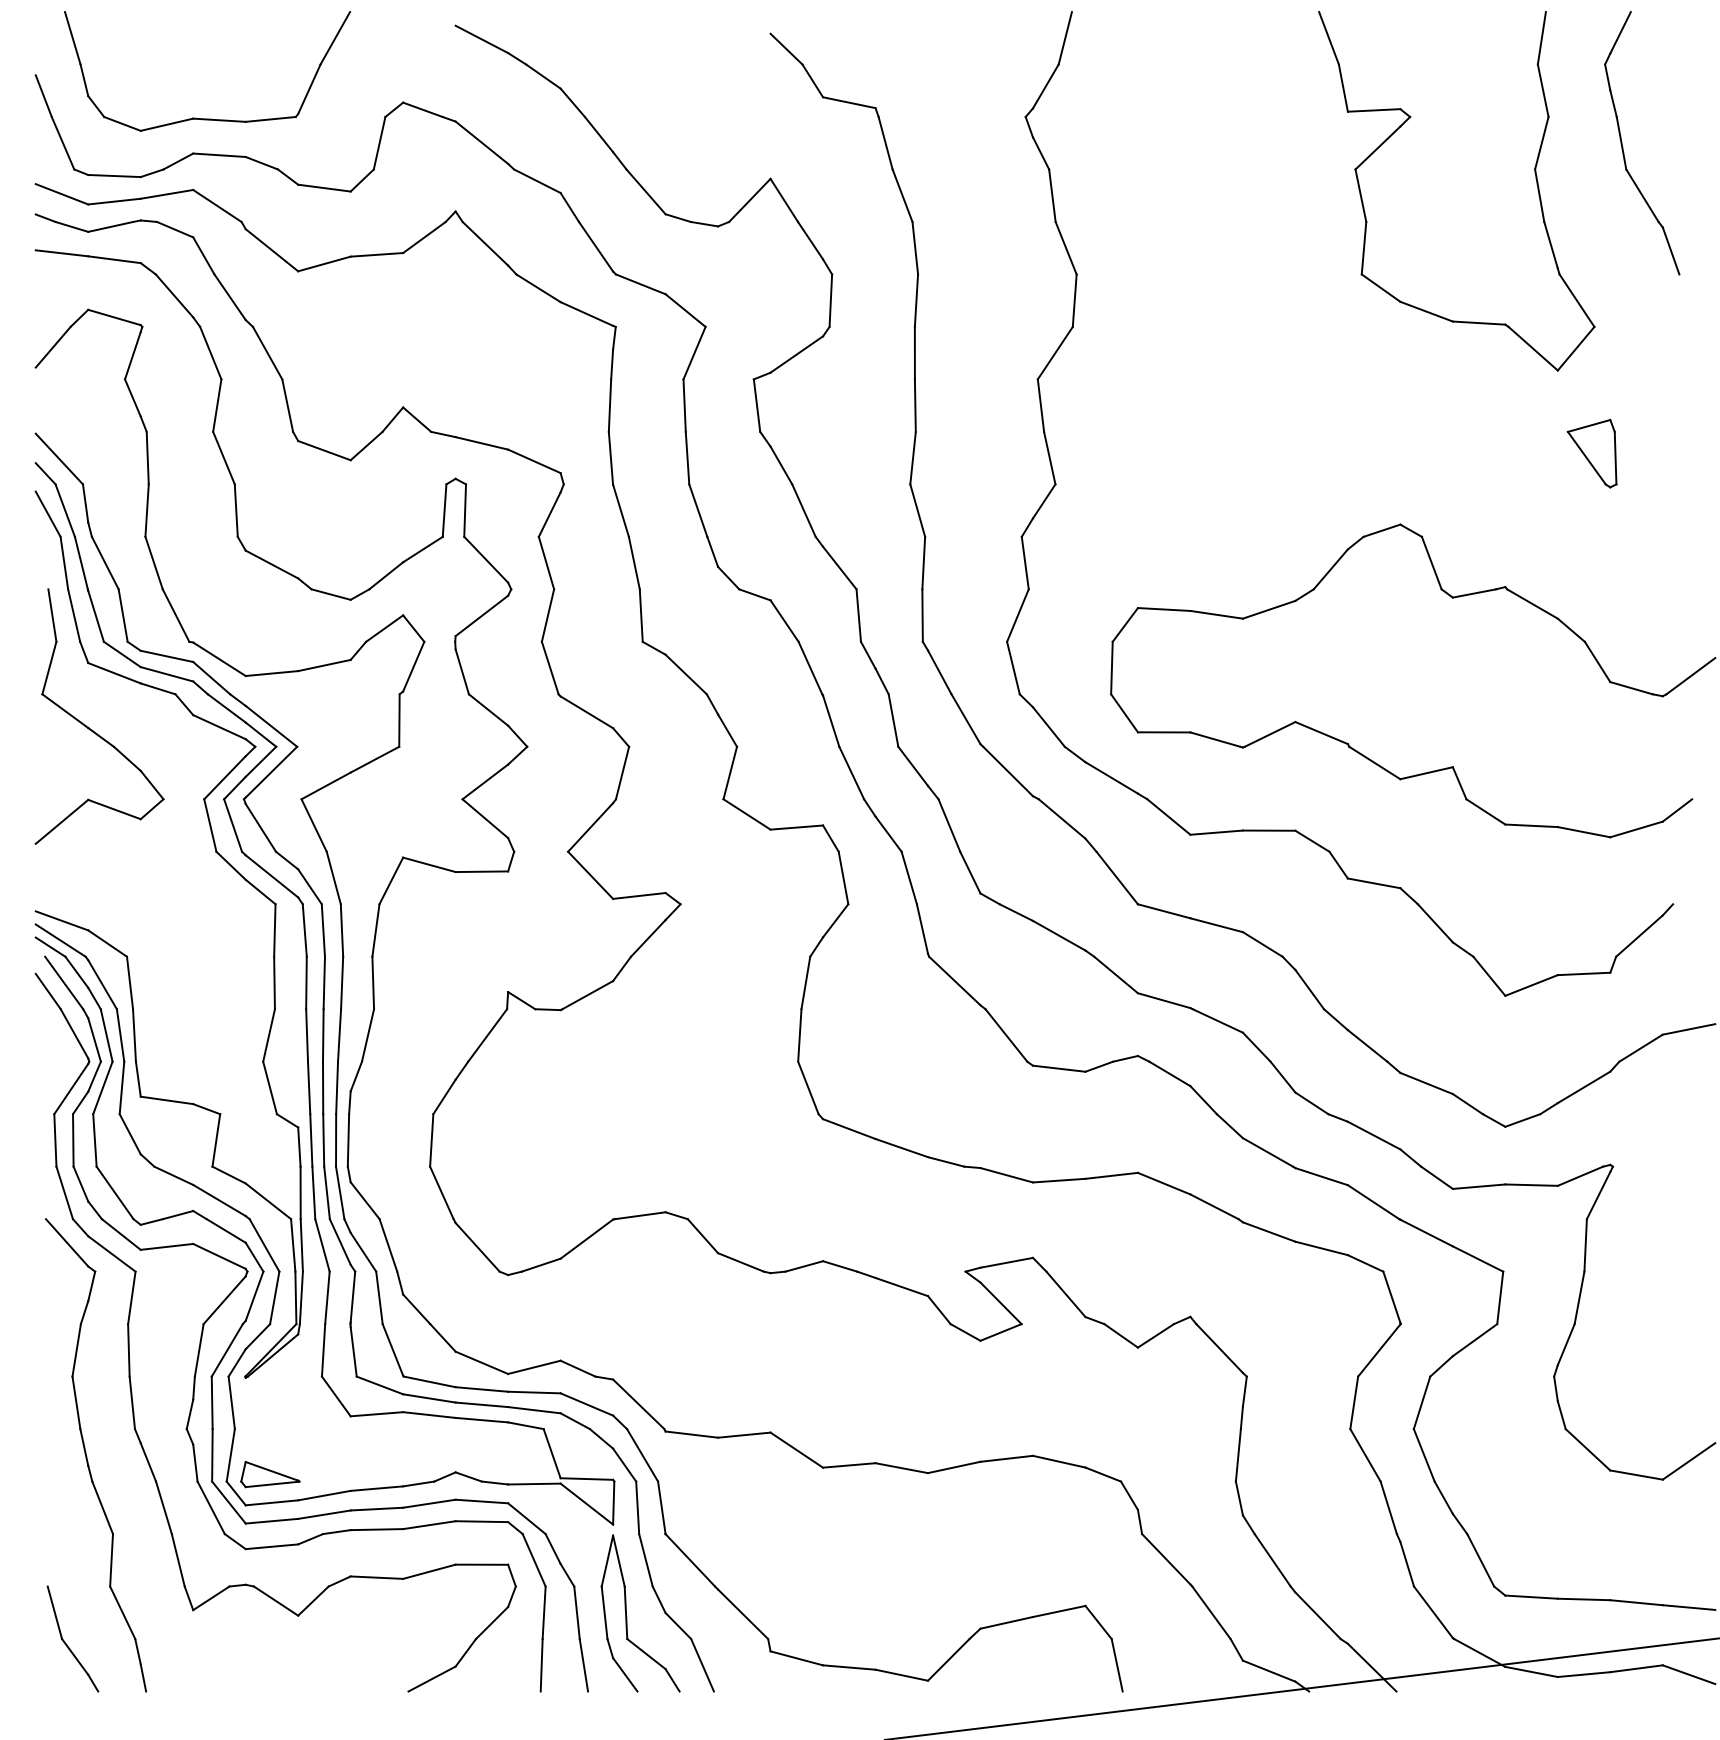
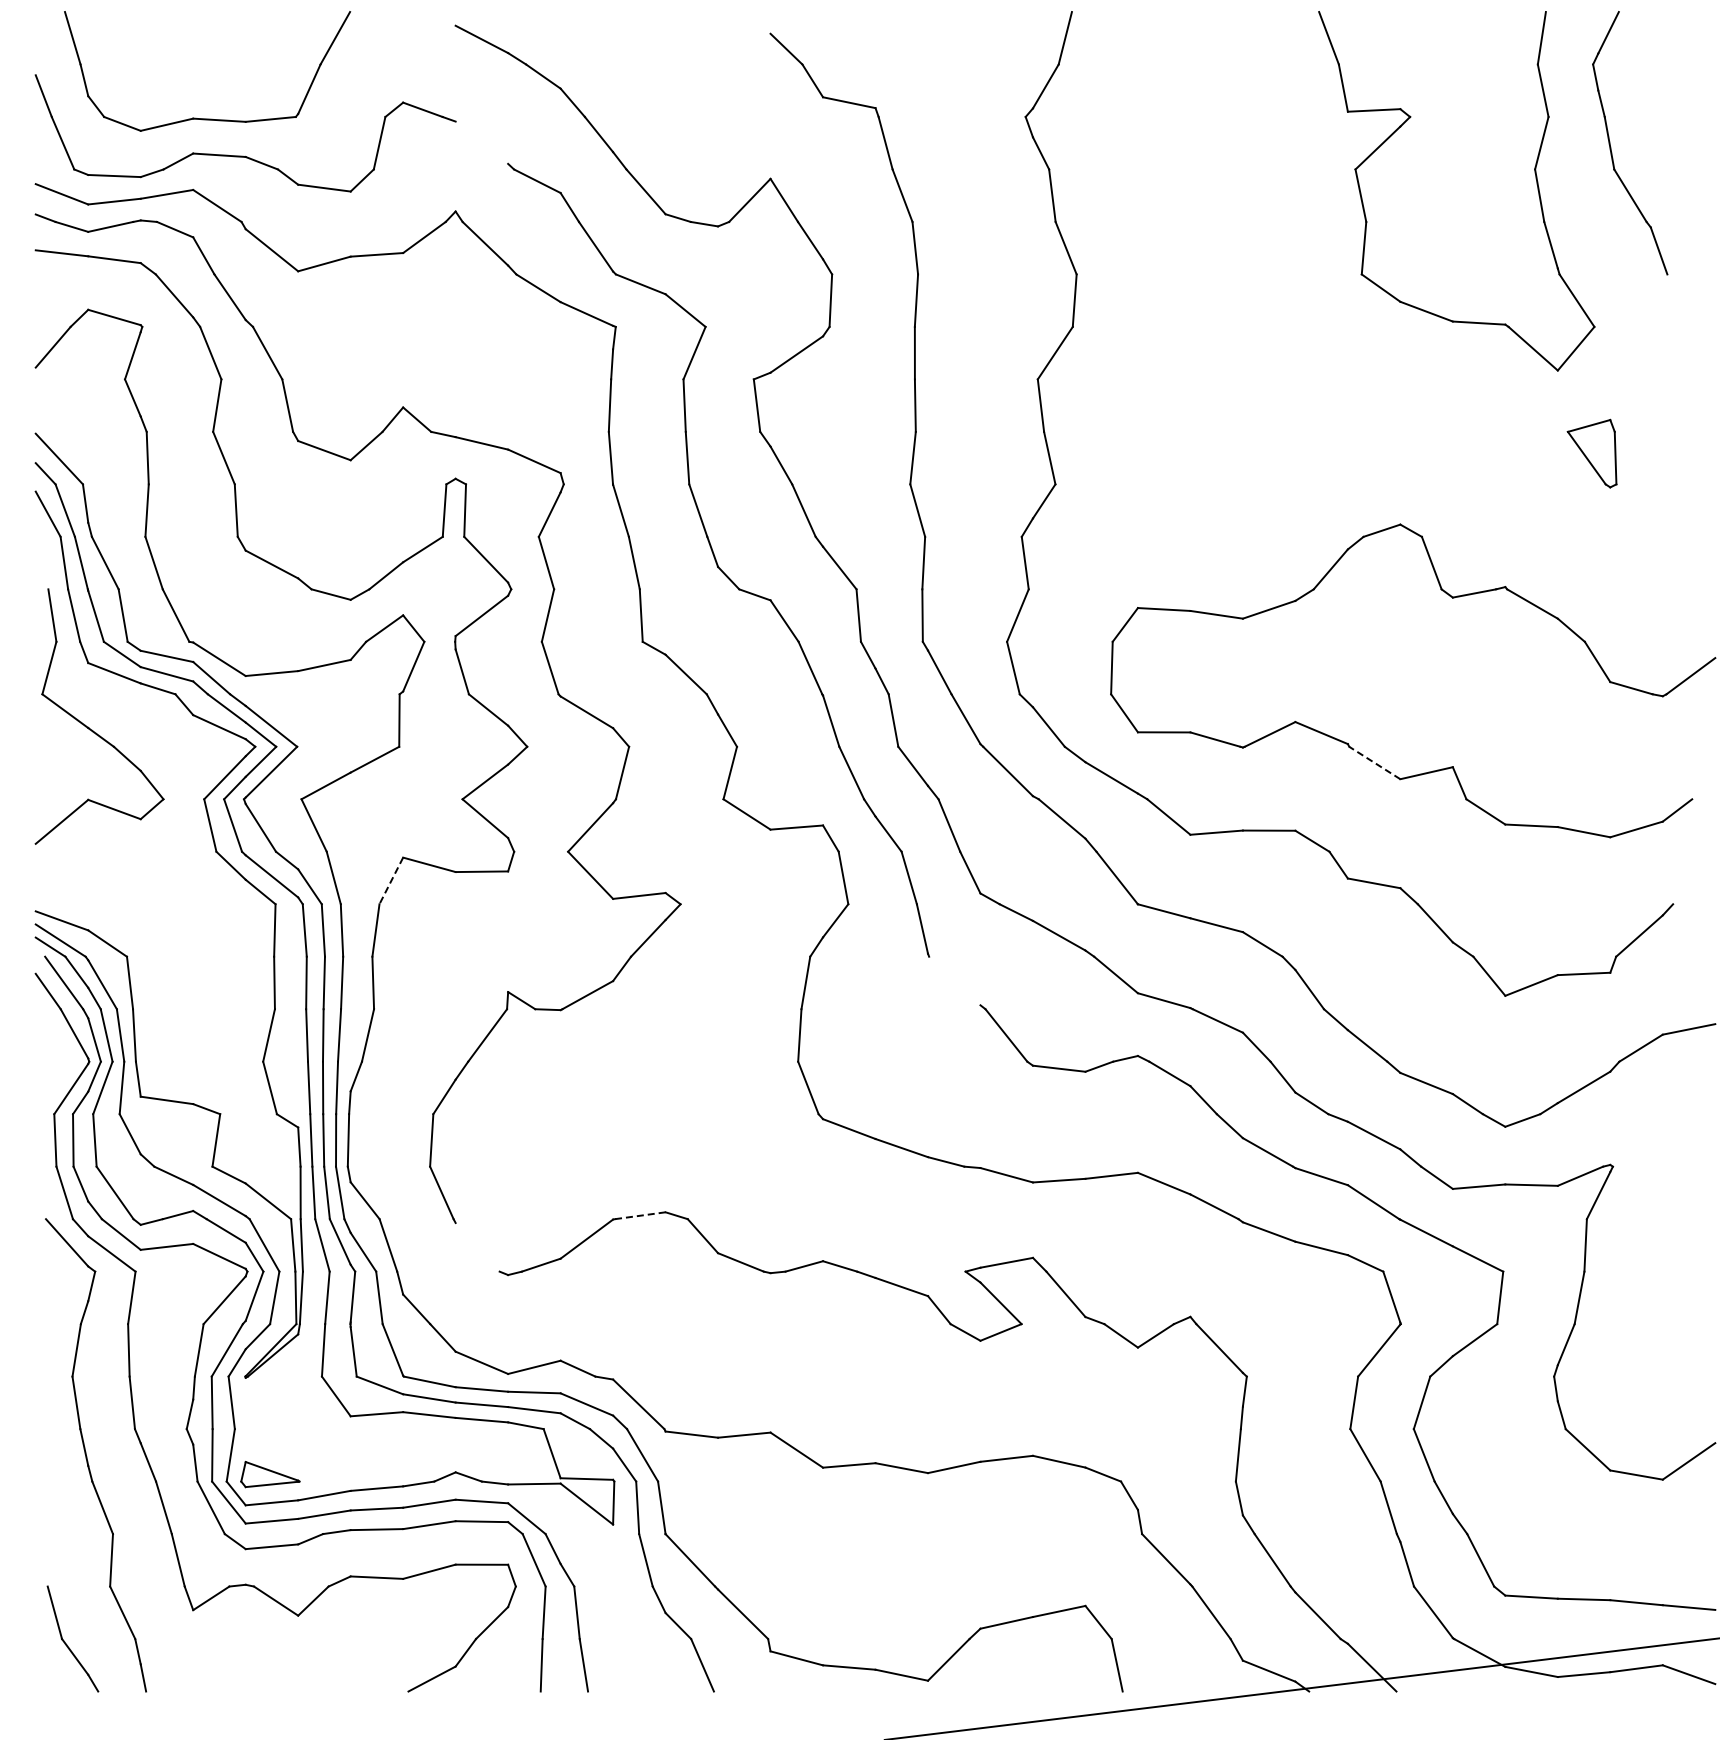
line at (481, 142): present -> none
part at (1623, 147) position: (1623, 147) -> (1611, 147)
line at (1374, 762): solid -> dashed
line at (391, 881): solid -> dashed
line at (954, 980): present -> none
line at (639, 1215): solid -> dashed
line at (477, 1247): present -> none
part at (627, 1616): present -> none
